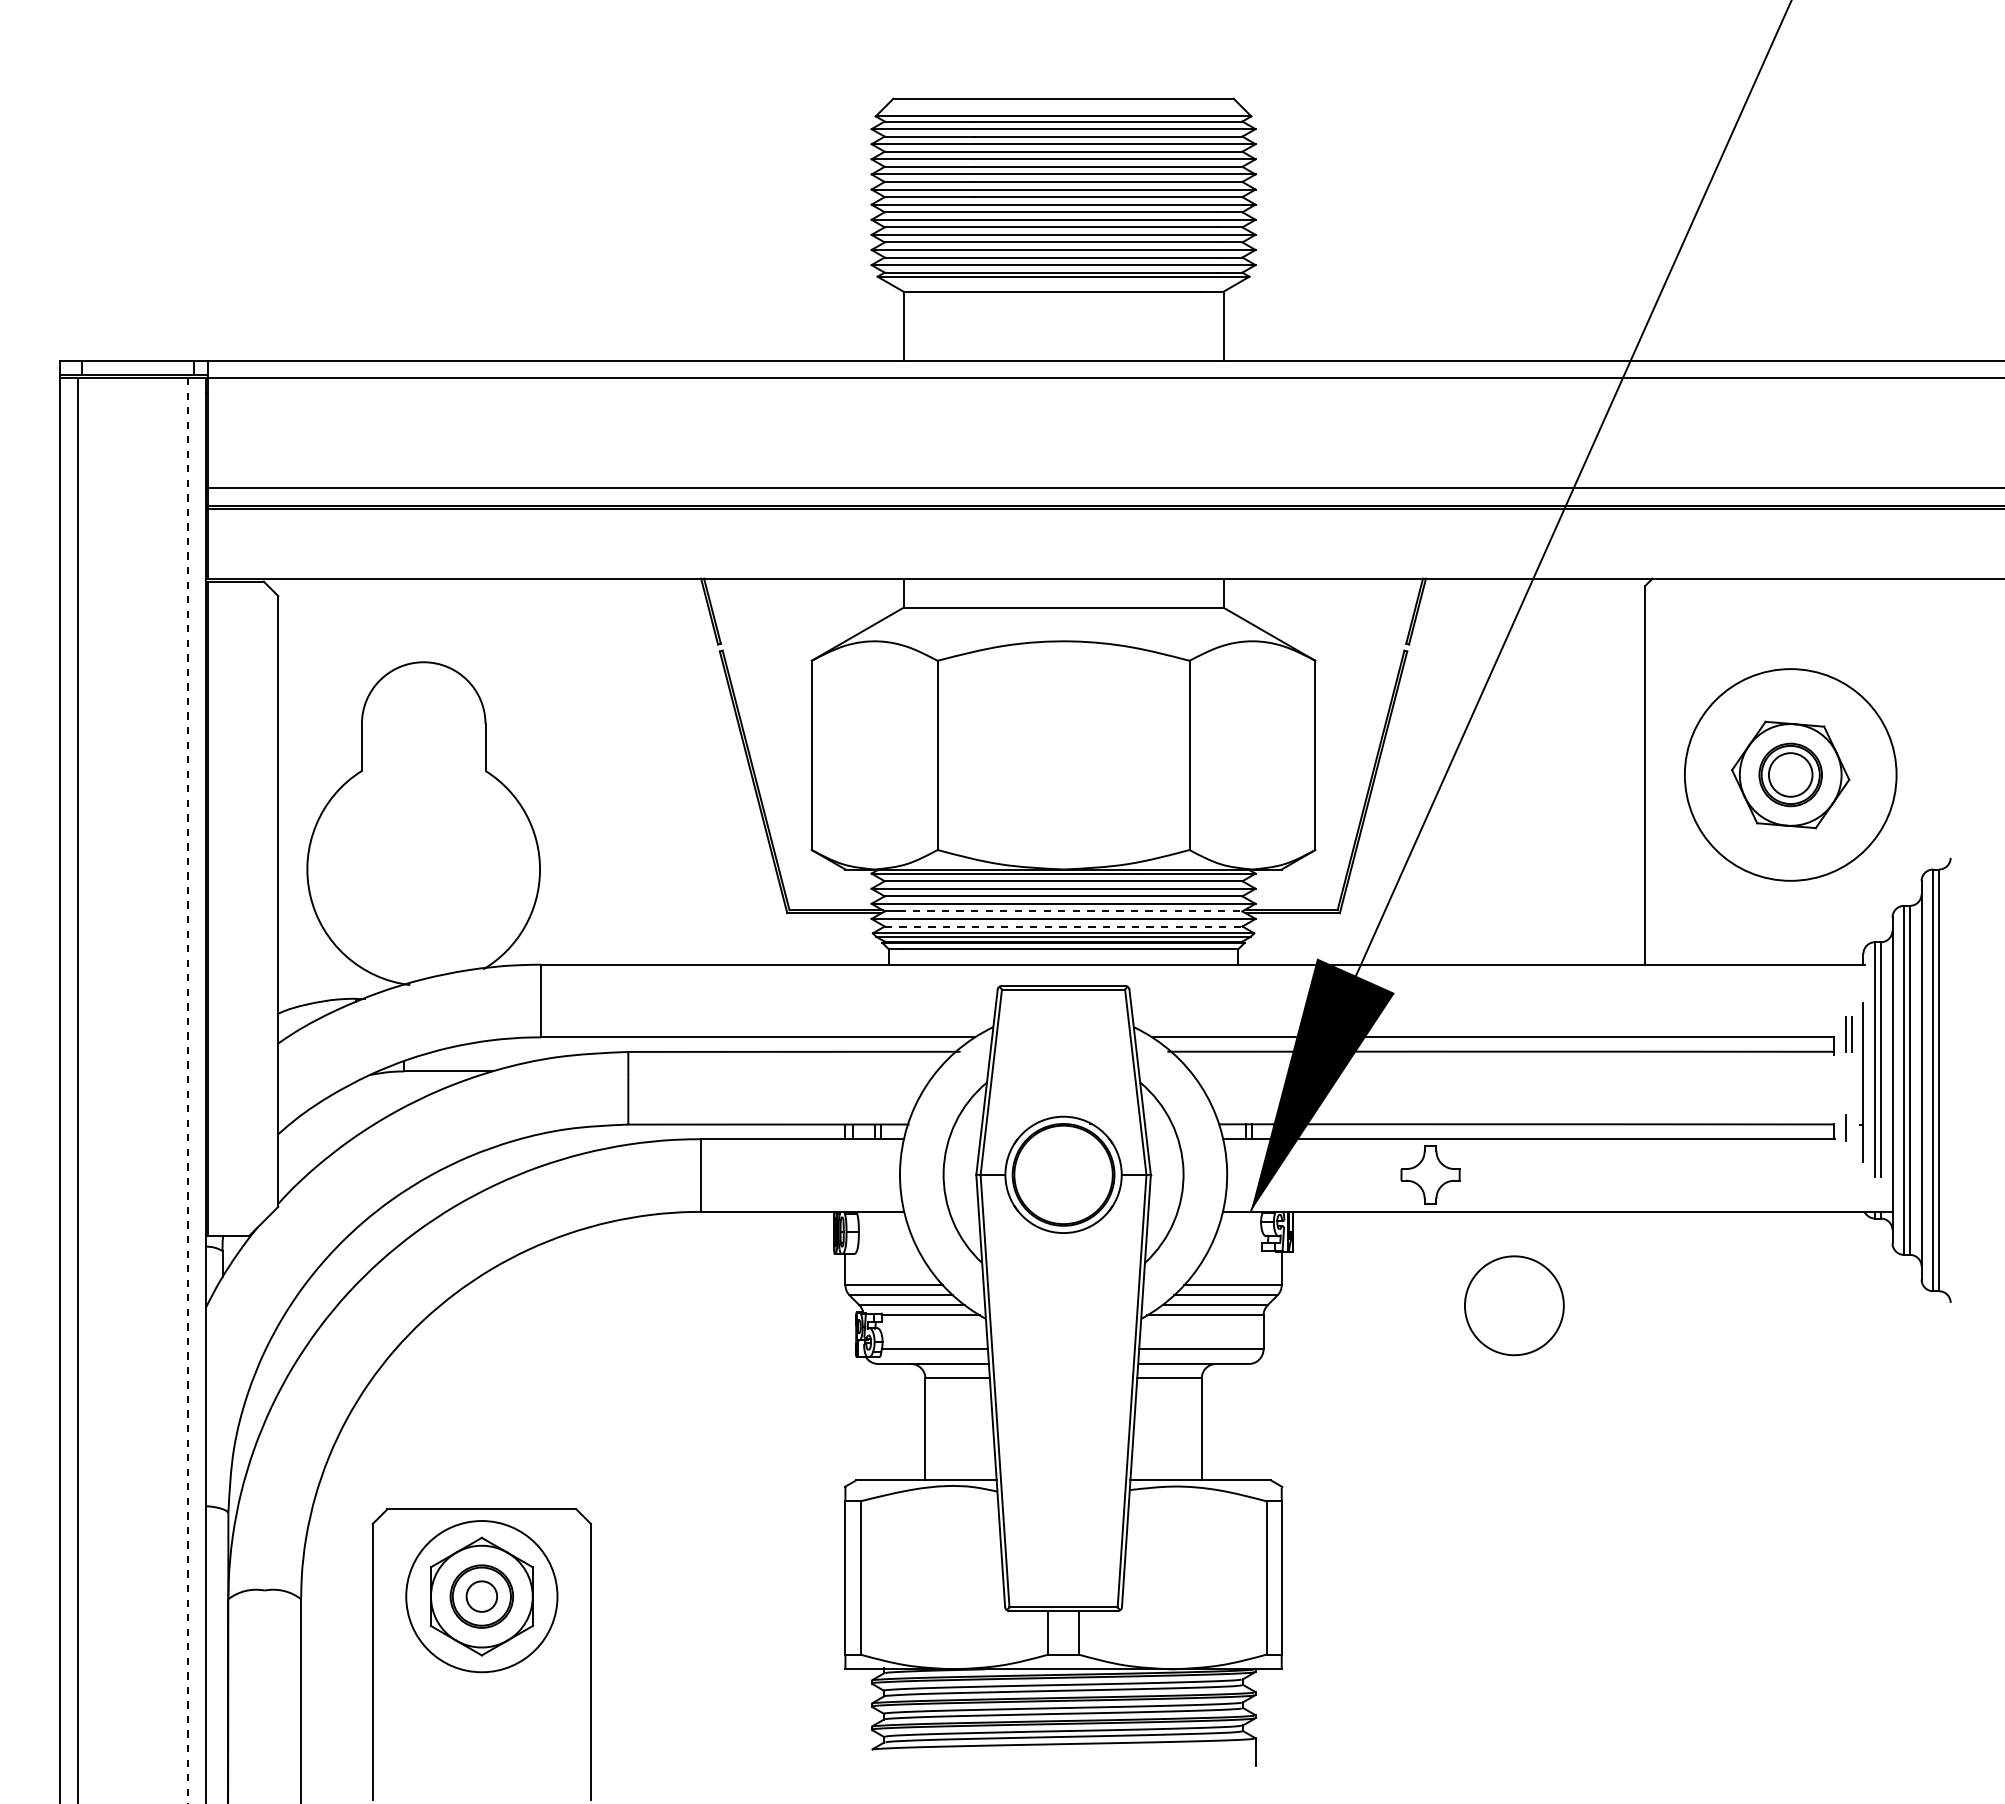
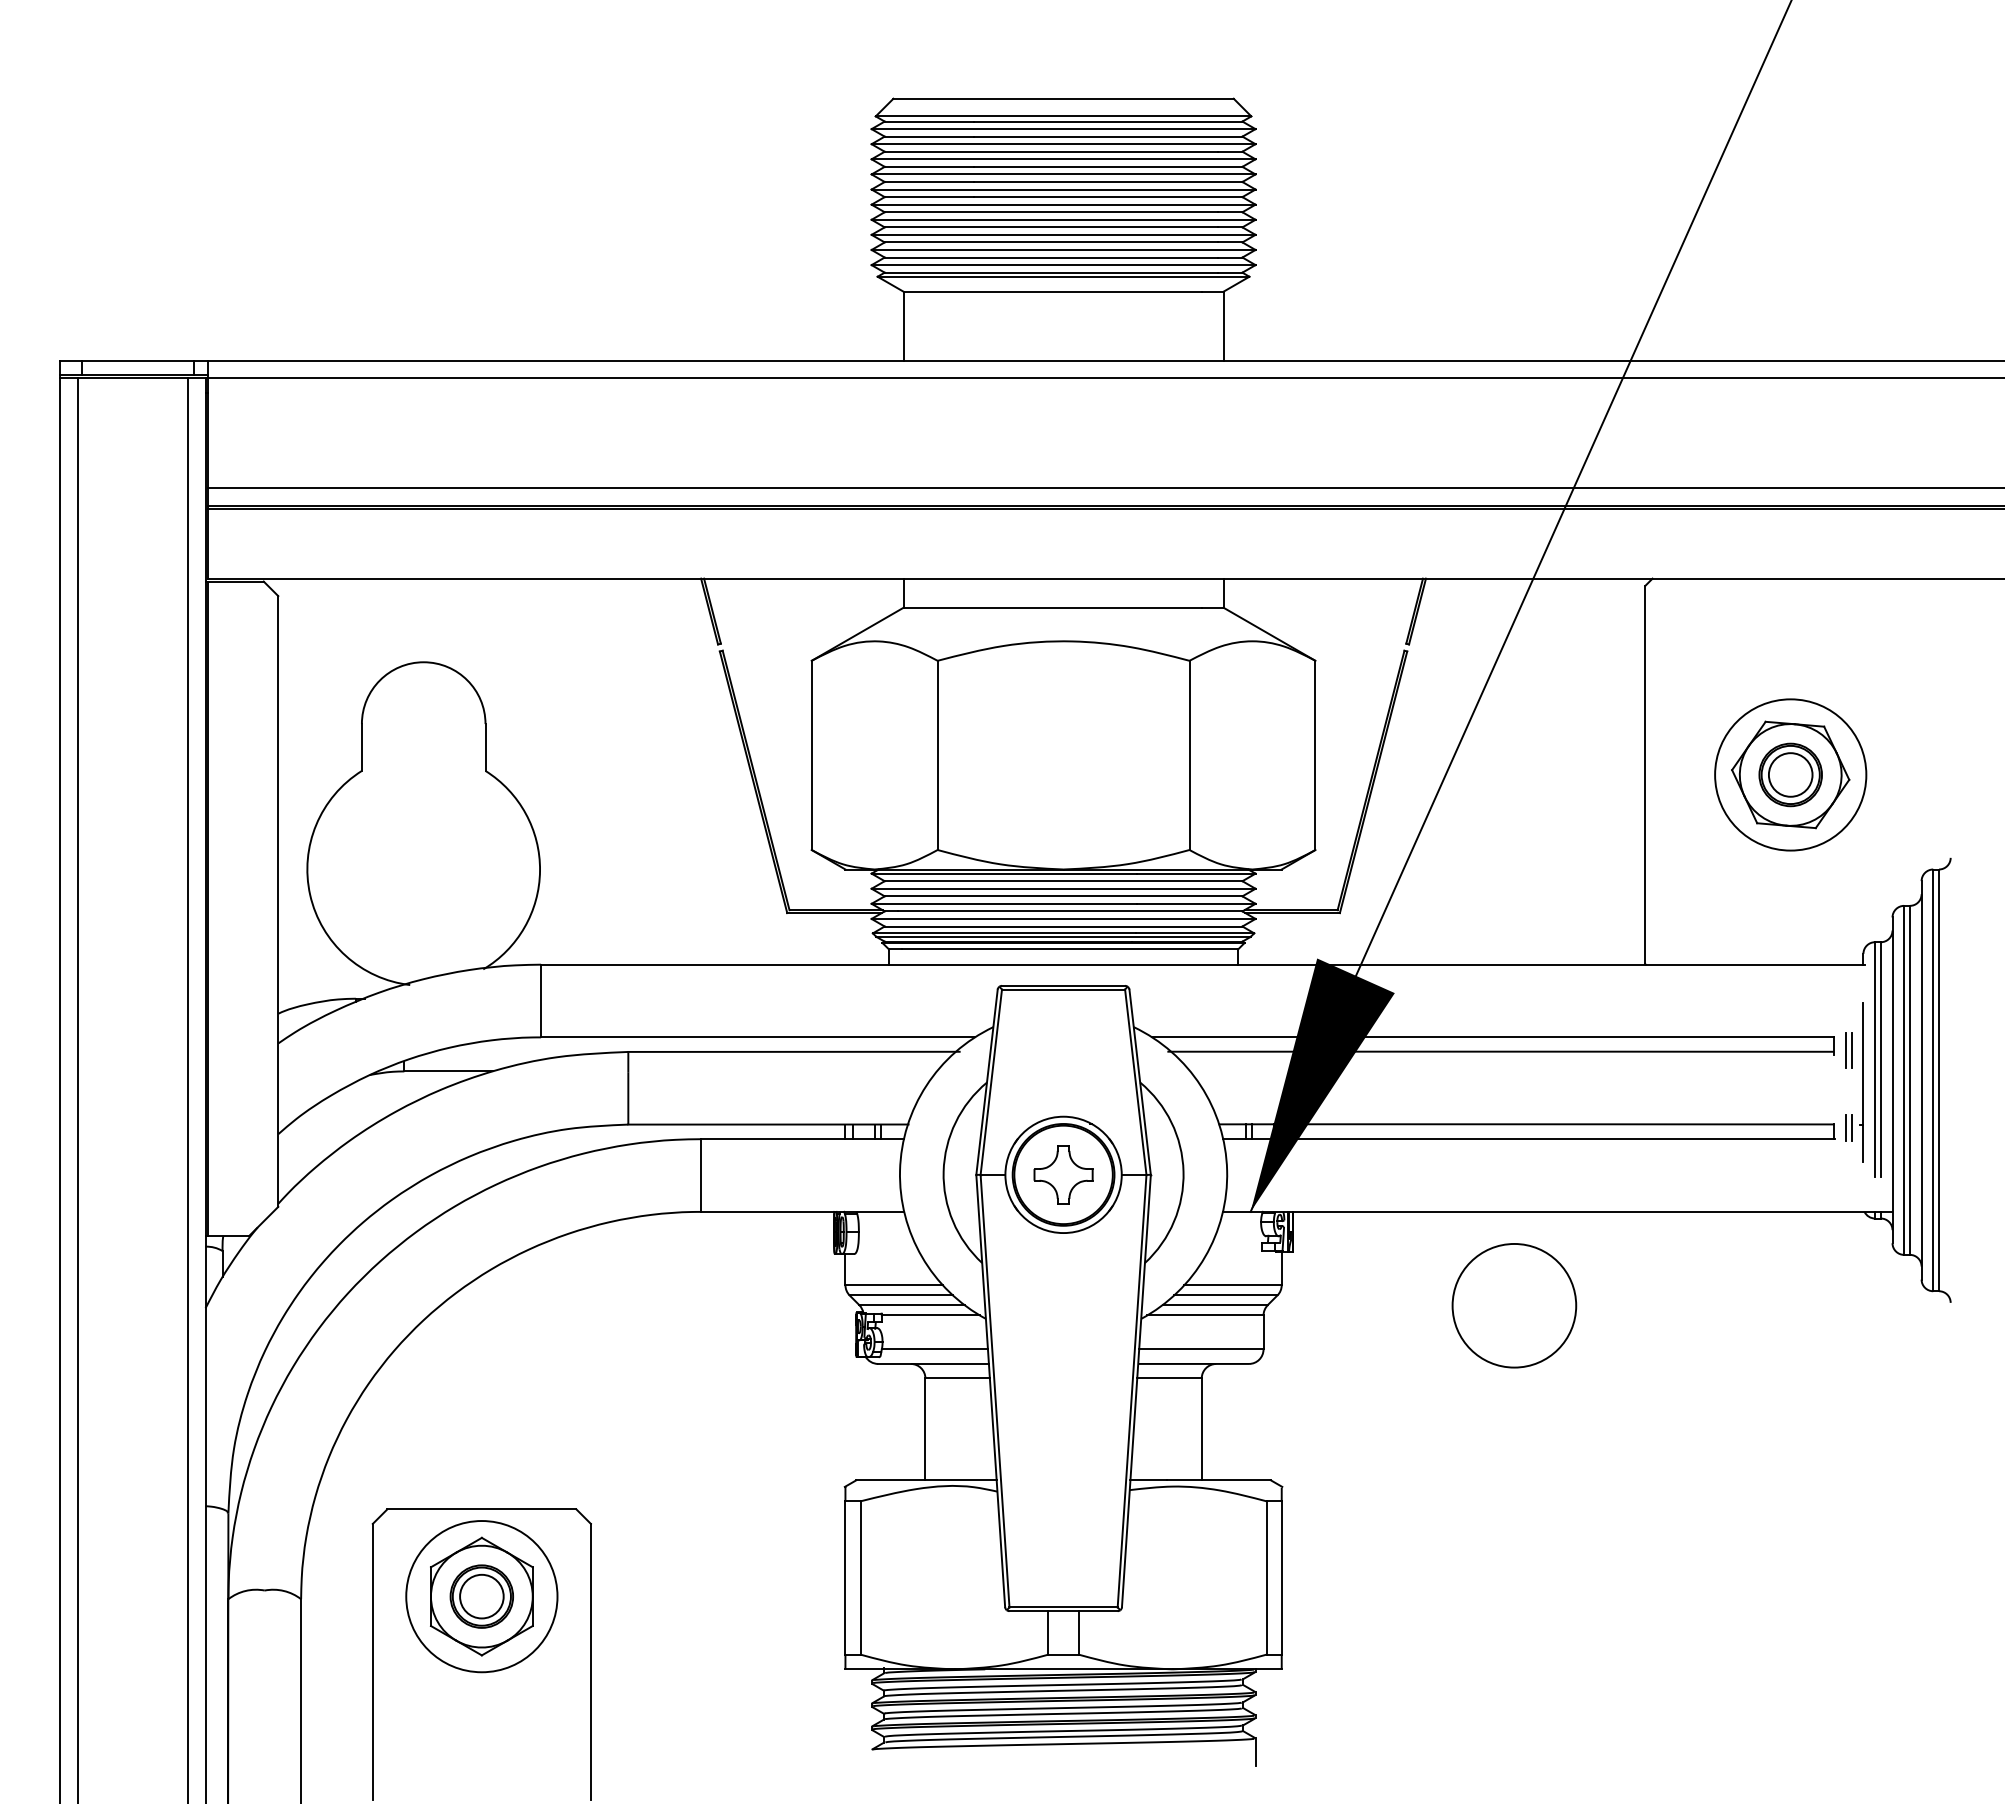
circle at (1790, 774) diameter: 212 px -> 151 px
line at (1070, 911): dashed -> solid
line at (1063, 926): dashed -> solid
part at (1848, 1034) position: (1848, 1034) -> (1848, 1050)
line at (188, 1091): dashed -> solid
line at (1851, 1127): none -> present
part at (1430, 1174) position: (1430, 1174) -> (1063, 1174)
circle at (1513, 1305) diameter: 99 px -> 124 px
circle at (481, 1596) diameter: 31 px -> 44 px
